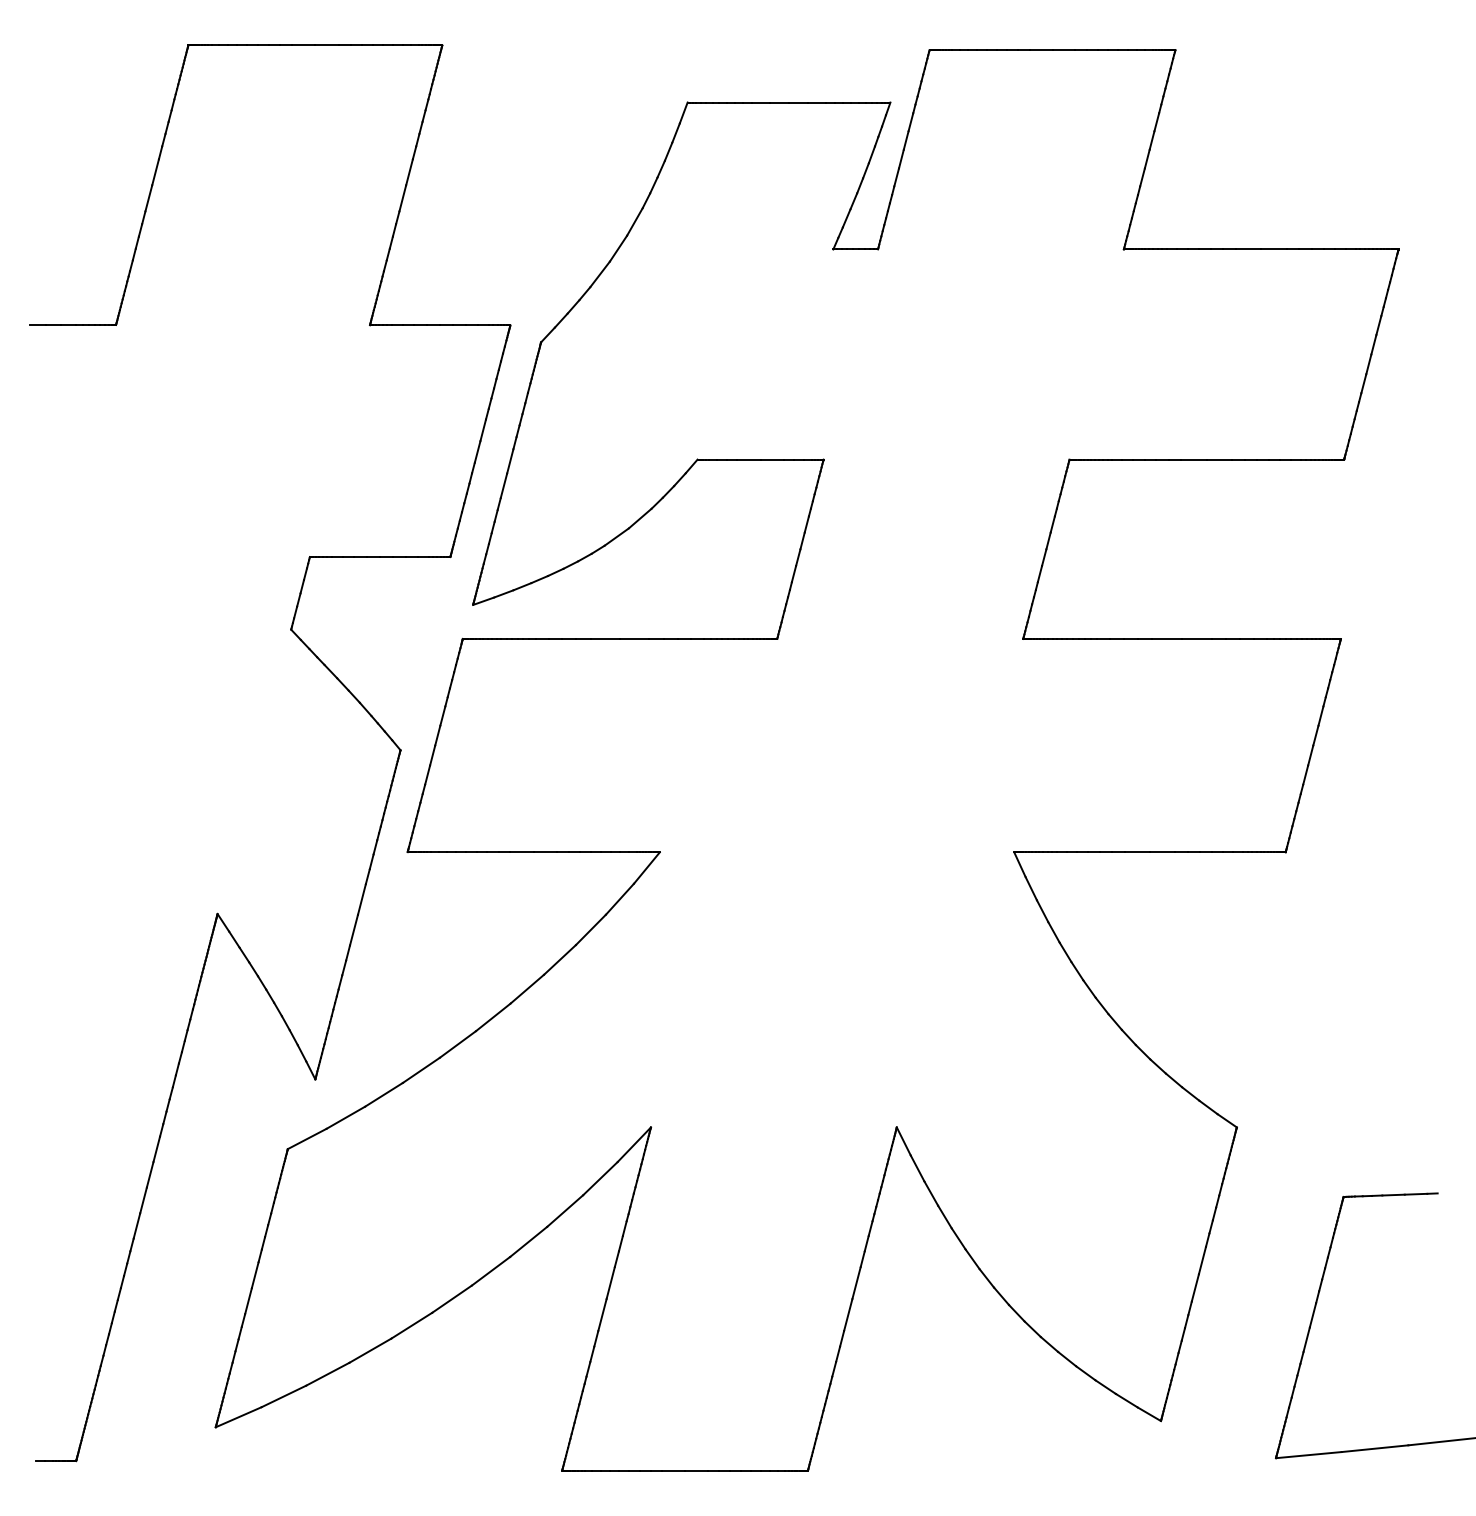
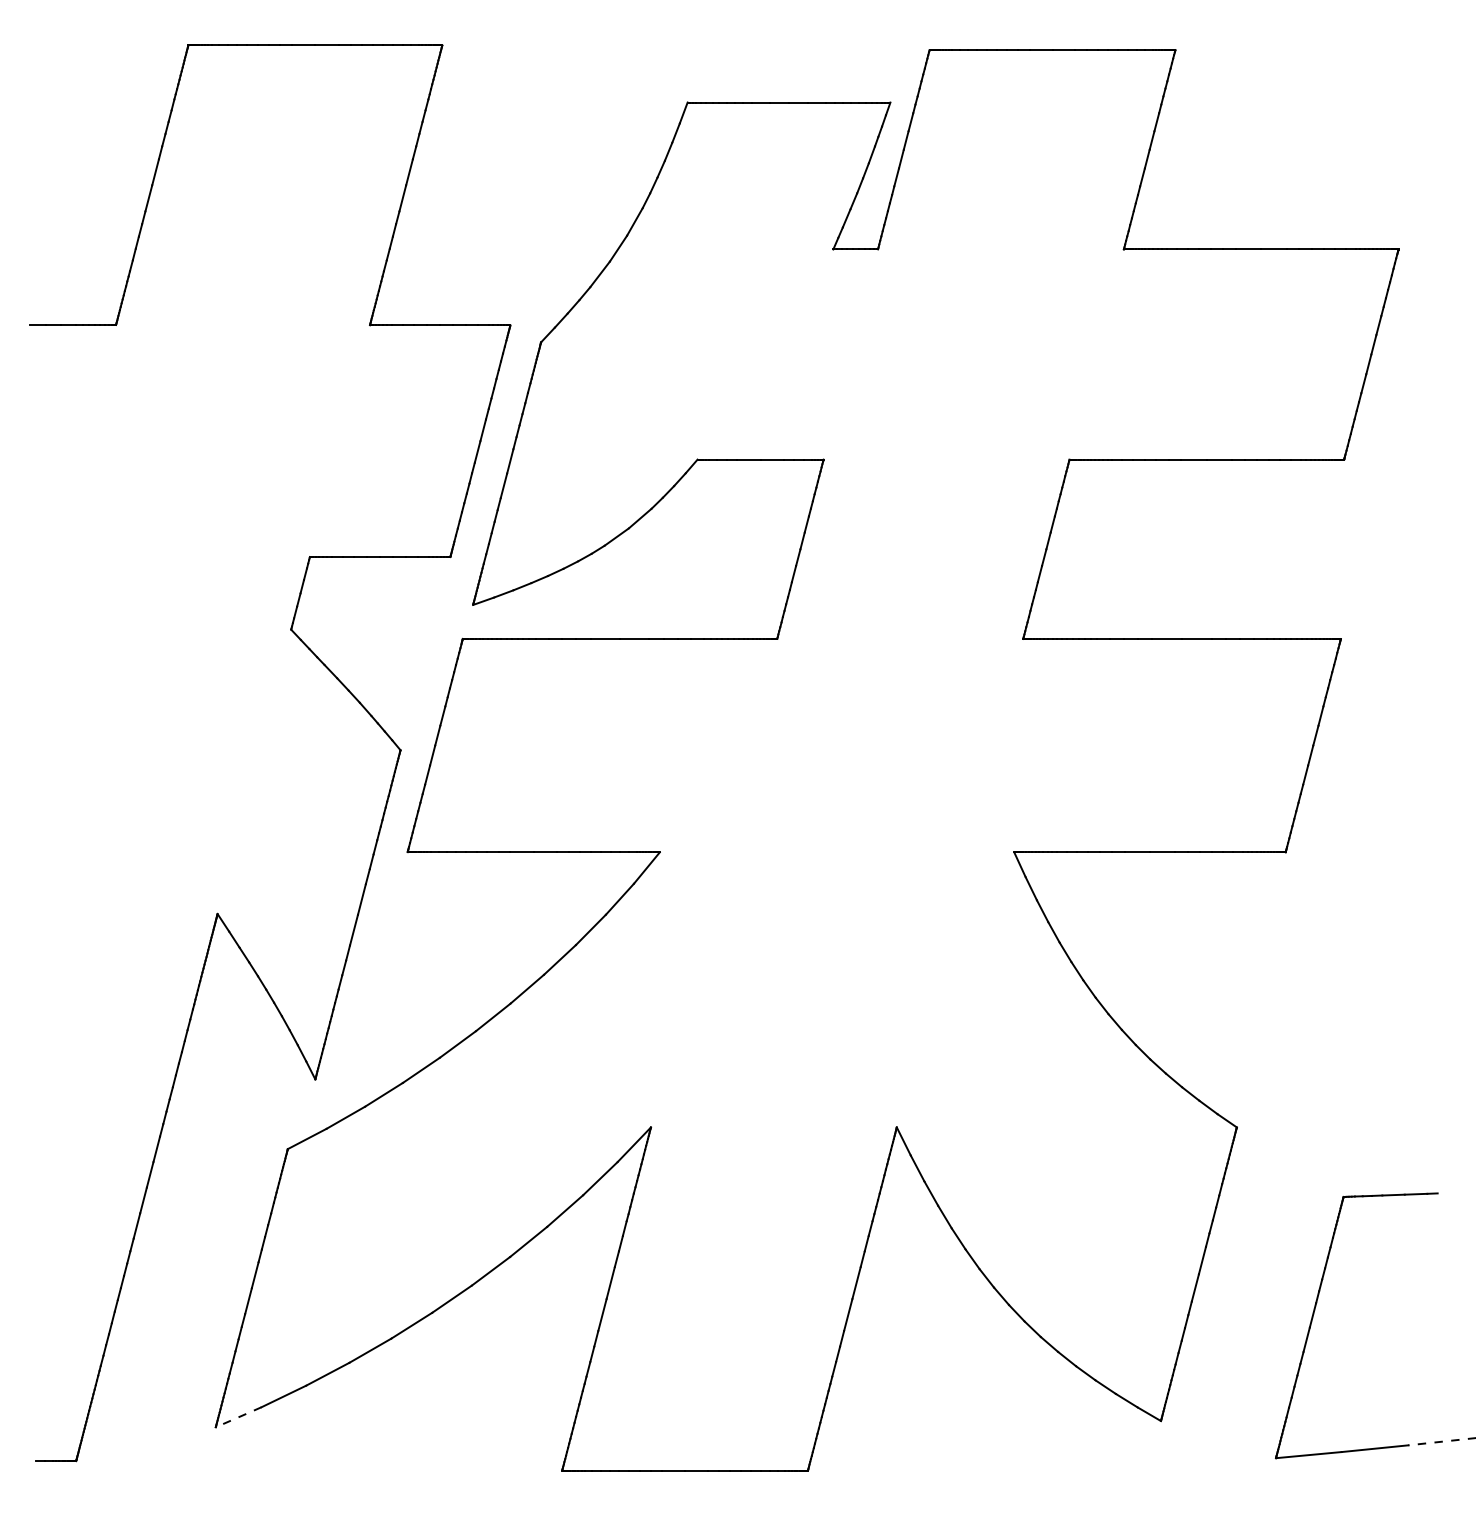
line at (238, 1417): solid -> dashed
line at (1441, 1441): solid -> dashed
